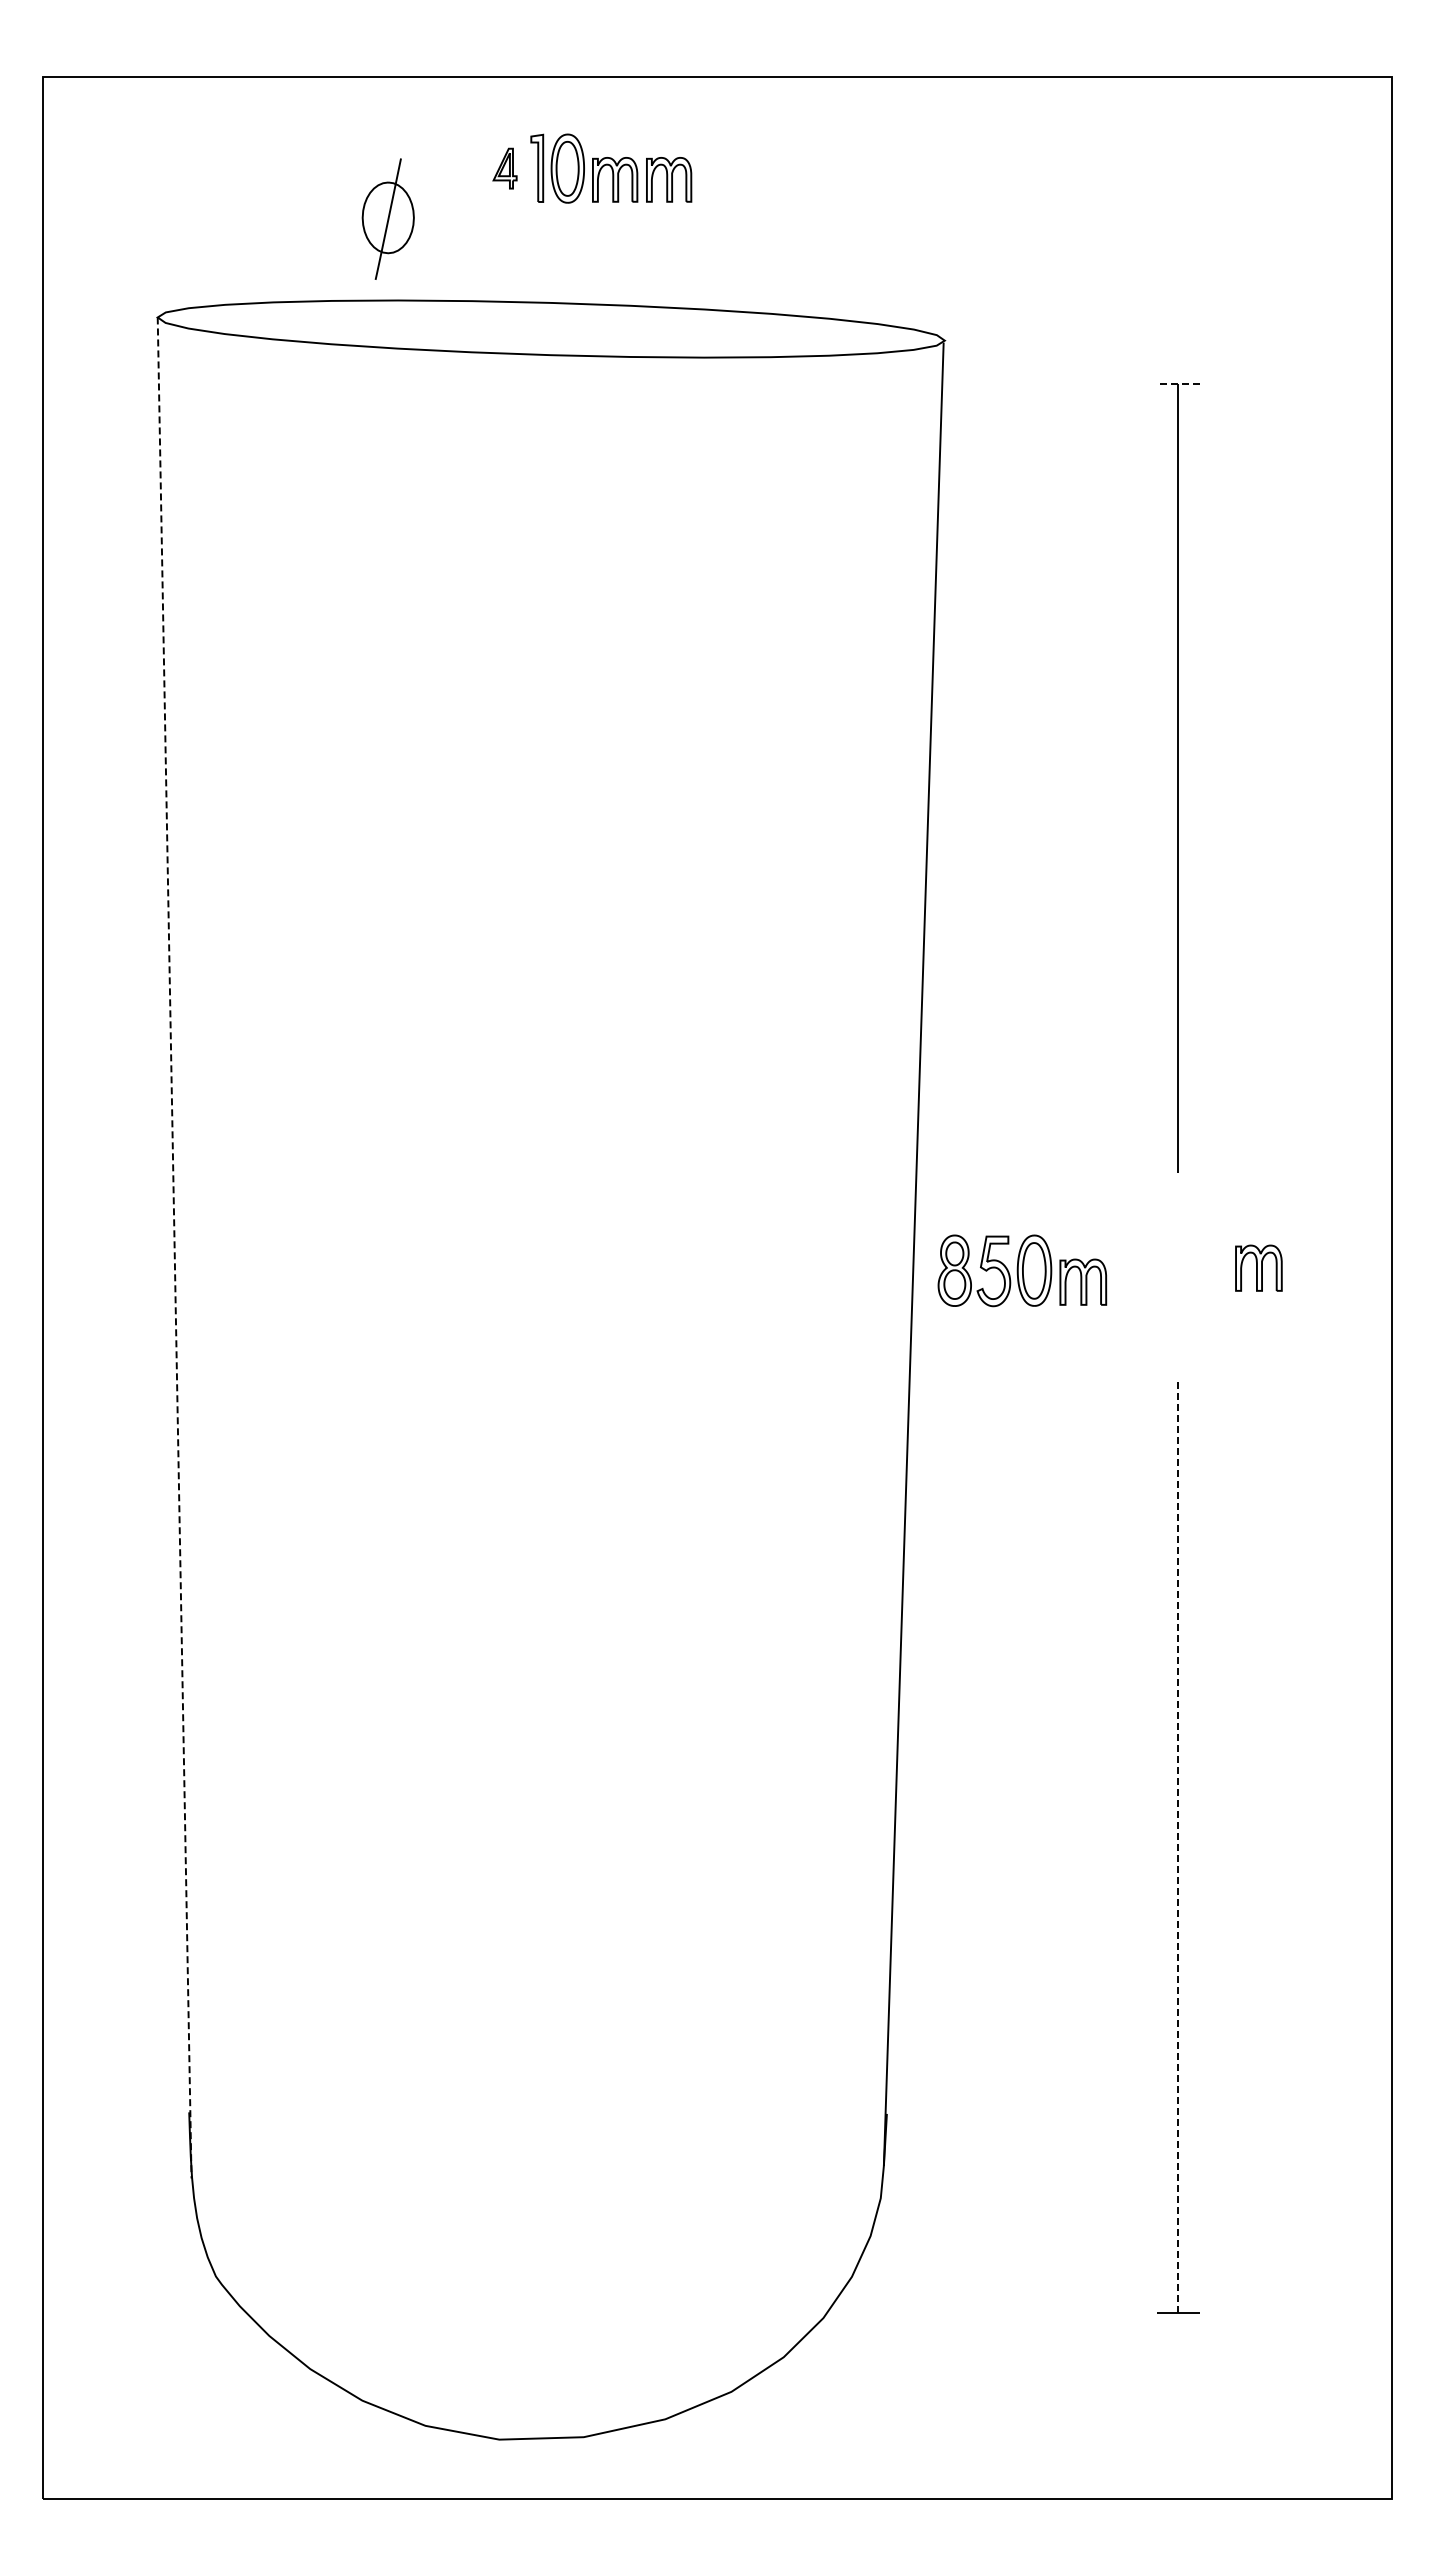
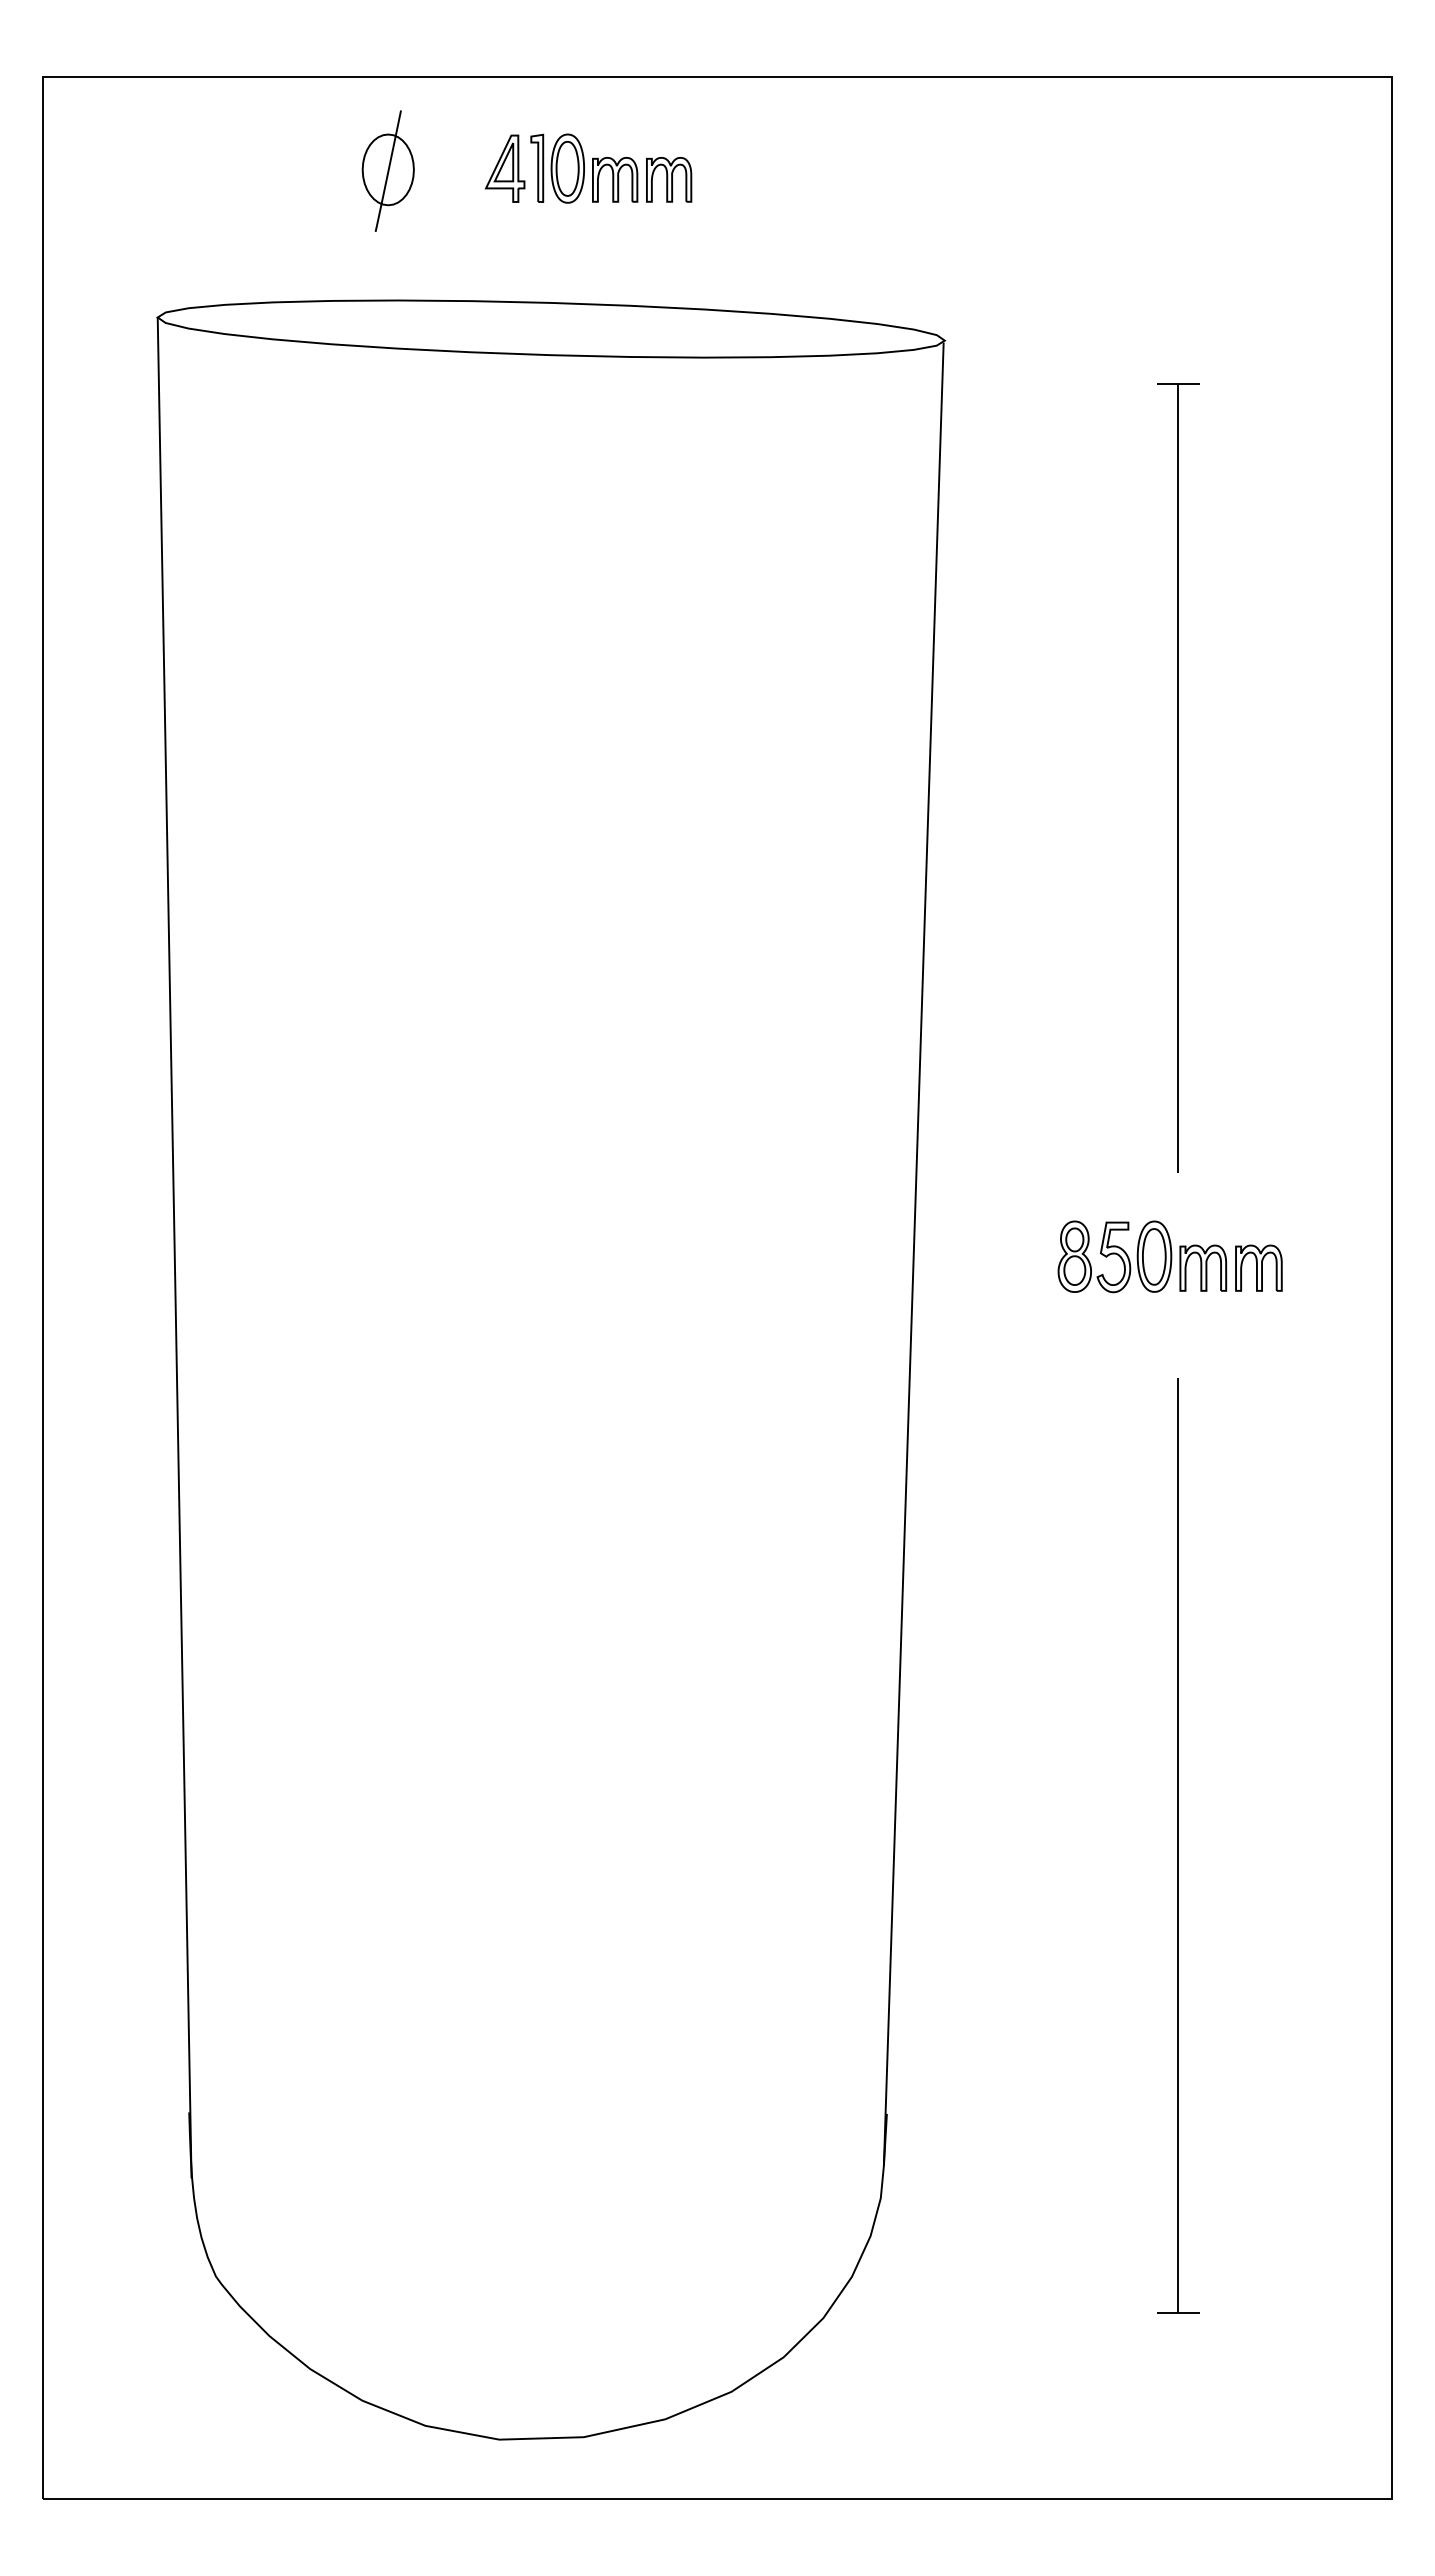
part at (504, 168) size: 26x43 px -> 42x69 px
part at (387, 218) position: (387, 218) -> (387, 170)
line at (1177, 383): dashed -> solid
line at (174, 1247): dashed -> solid
part at (1022, 1270) position: (1022, 1270) -> (1142, 1256)
line at (1178, 1845): dashed -> solid
